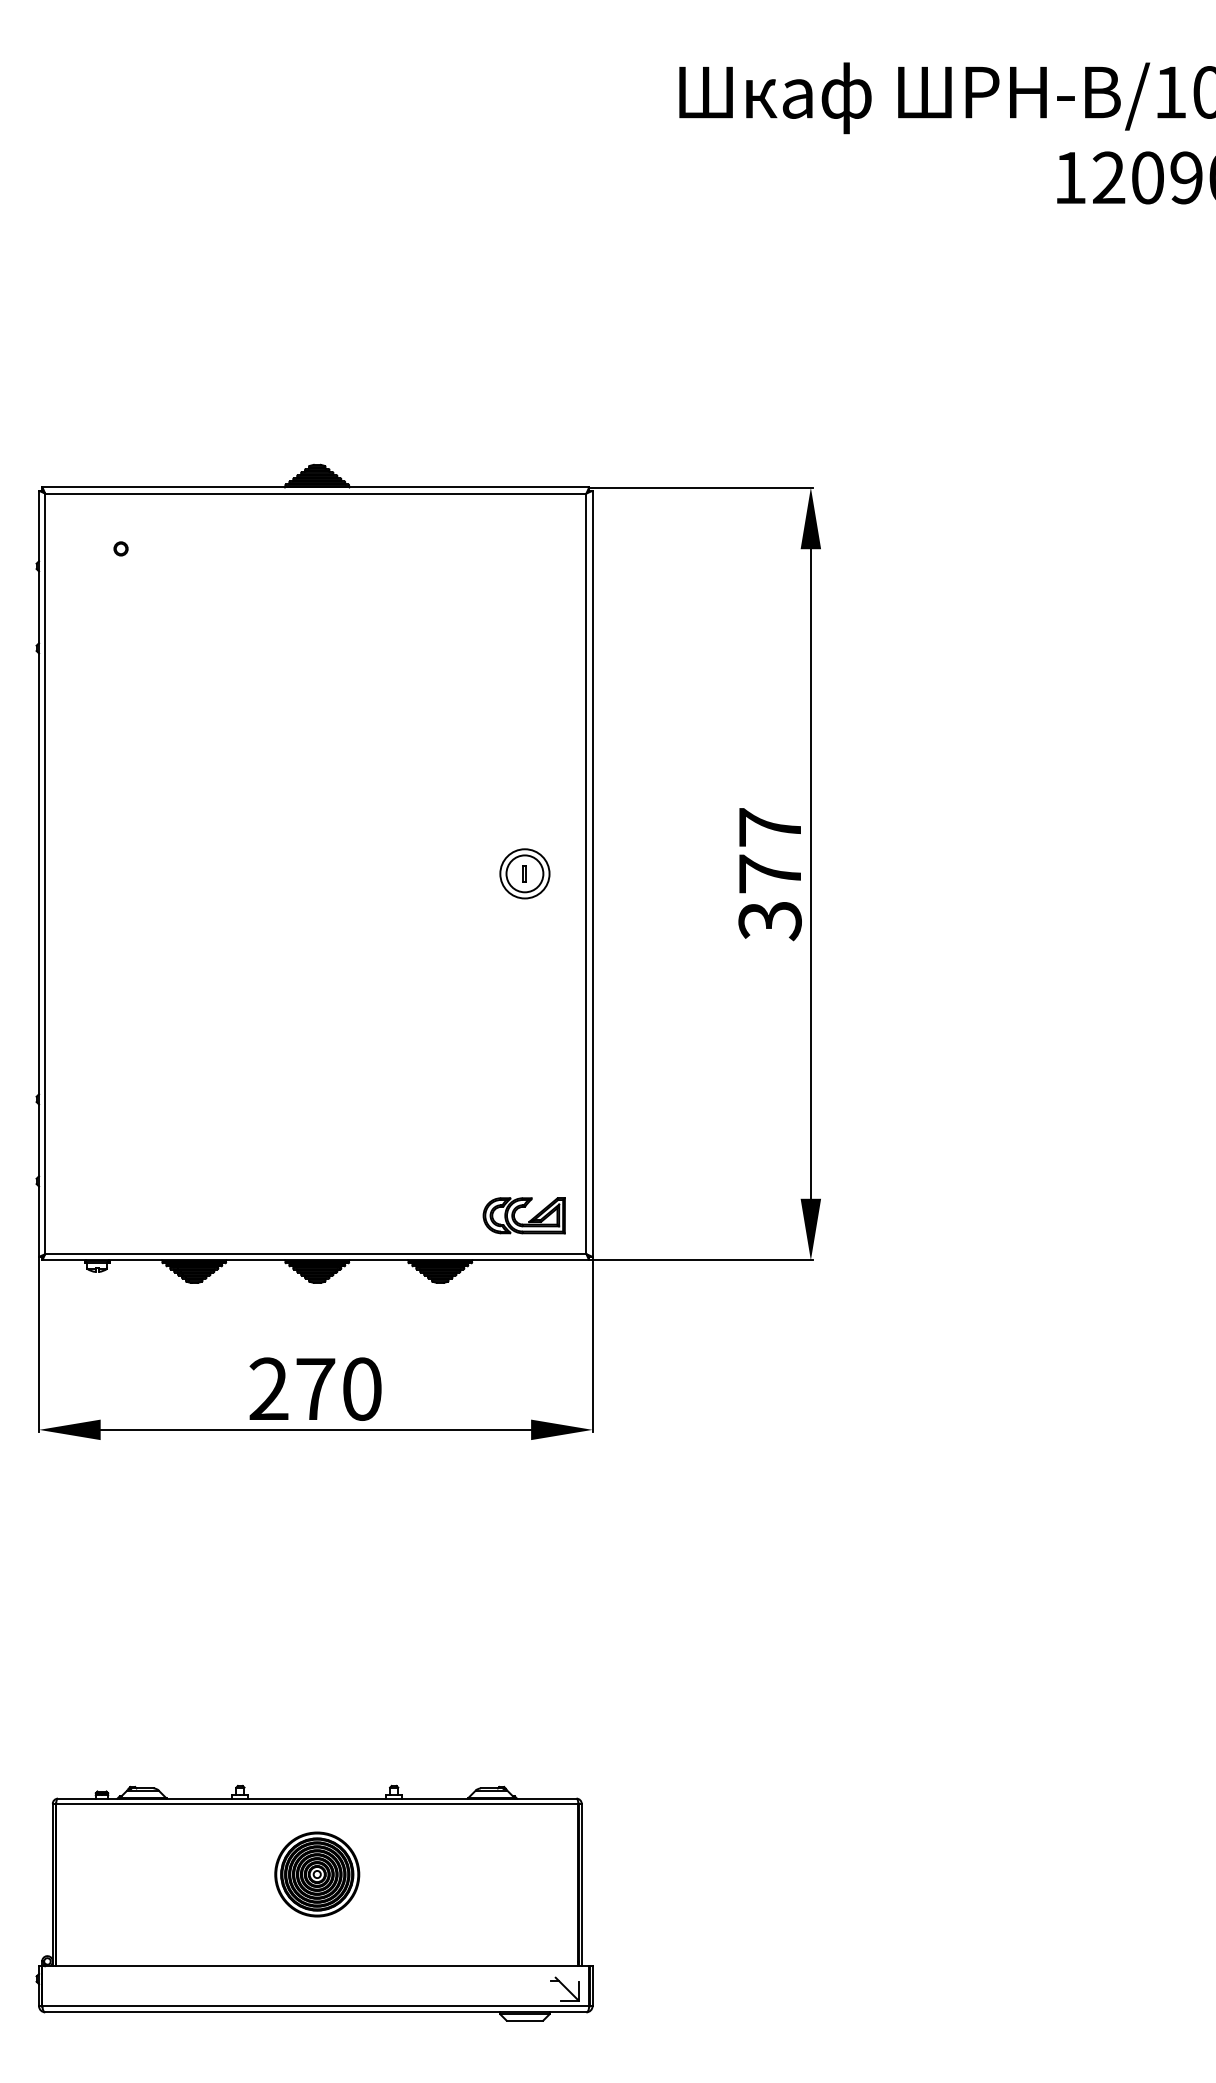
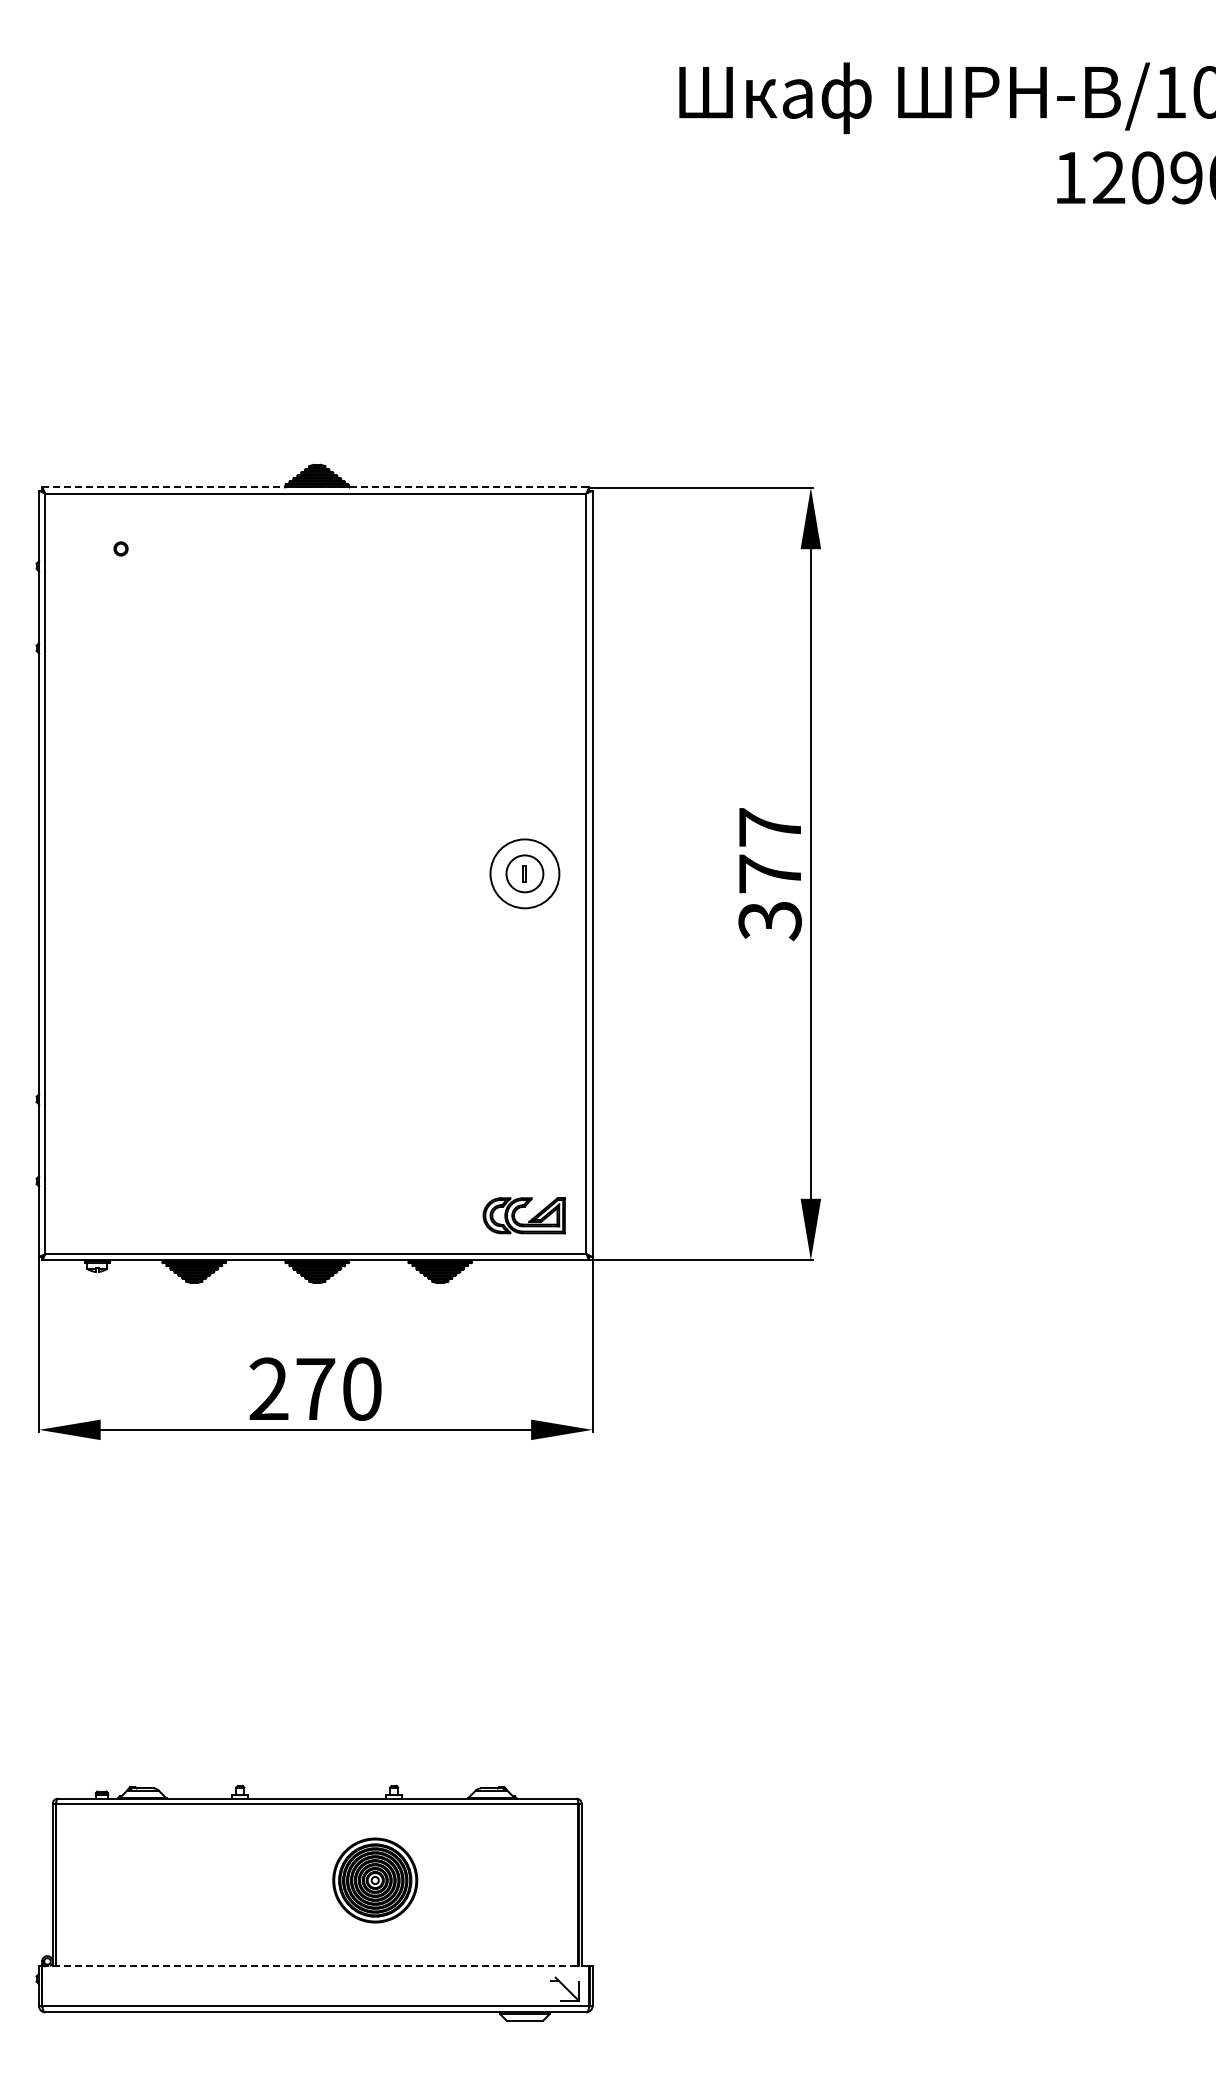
line at (316, 487): solid -> dashed
circle at (524, 873) diameter: 49 px -> 69 px
part at (317, 1874) position: (317, 1874) -> (375, 1880)
line at (316, 1966): solid -> dashed
